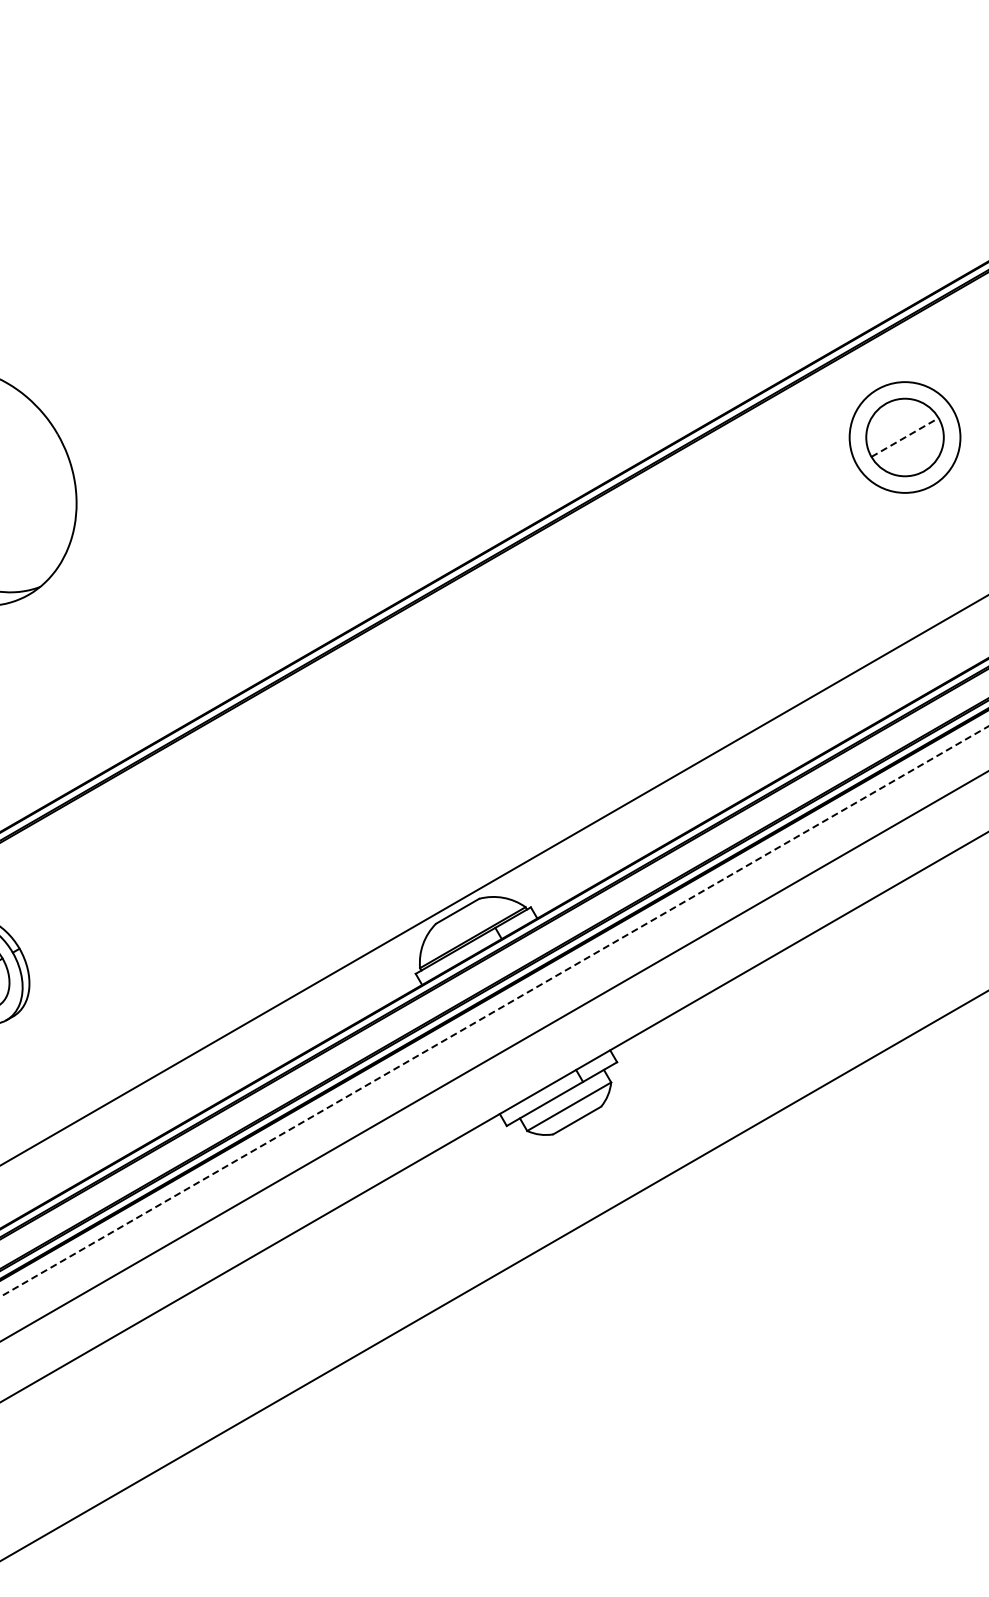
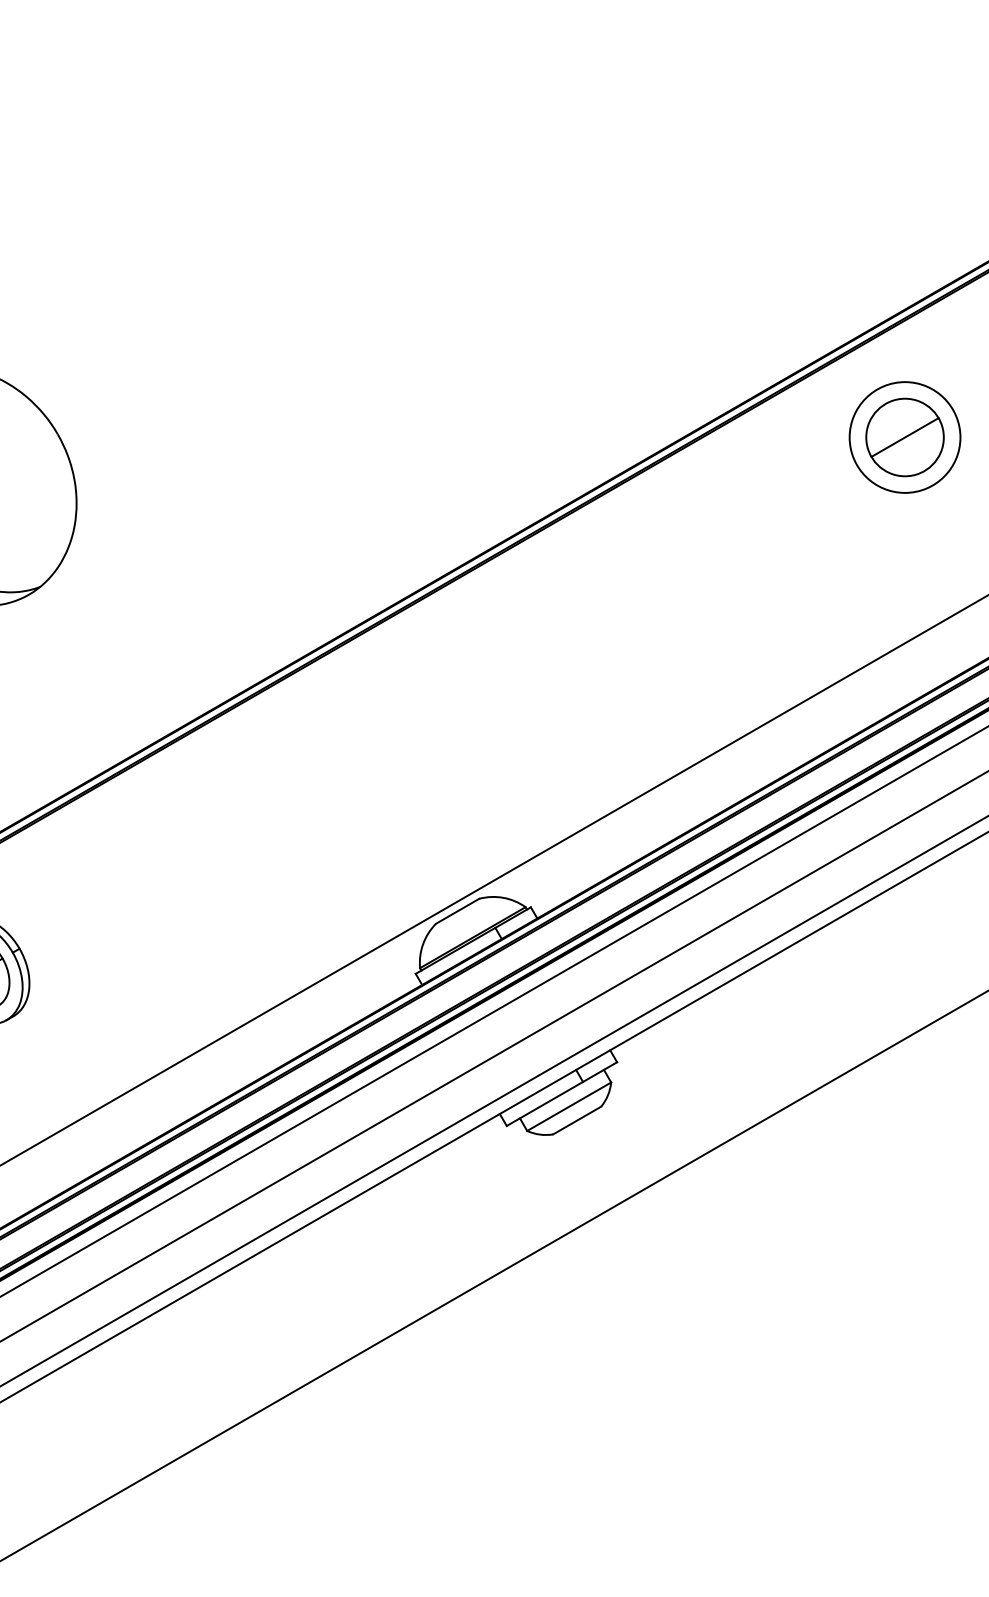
line at (905, 437): dashed -> solid
line at (494, 1011): dashed -> solid
line at (493, 1101): none -> present
